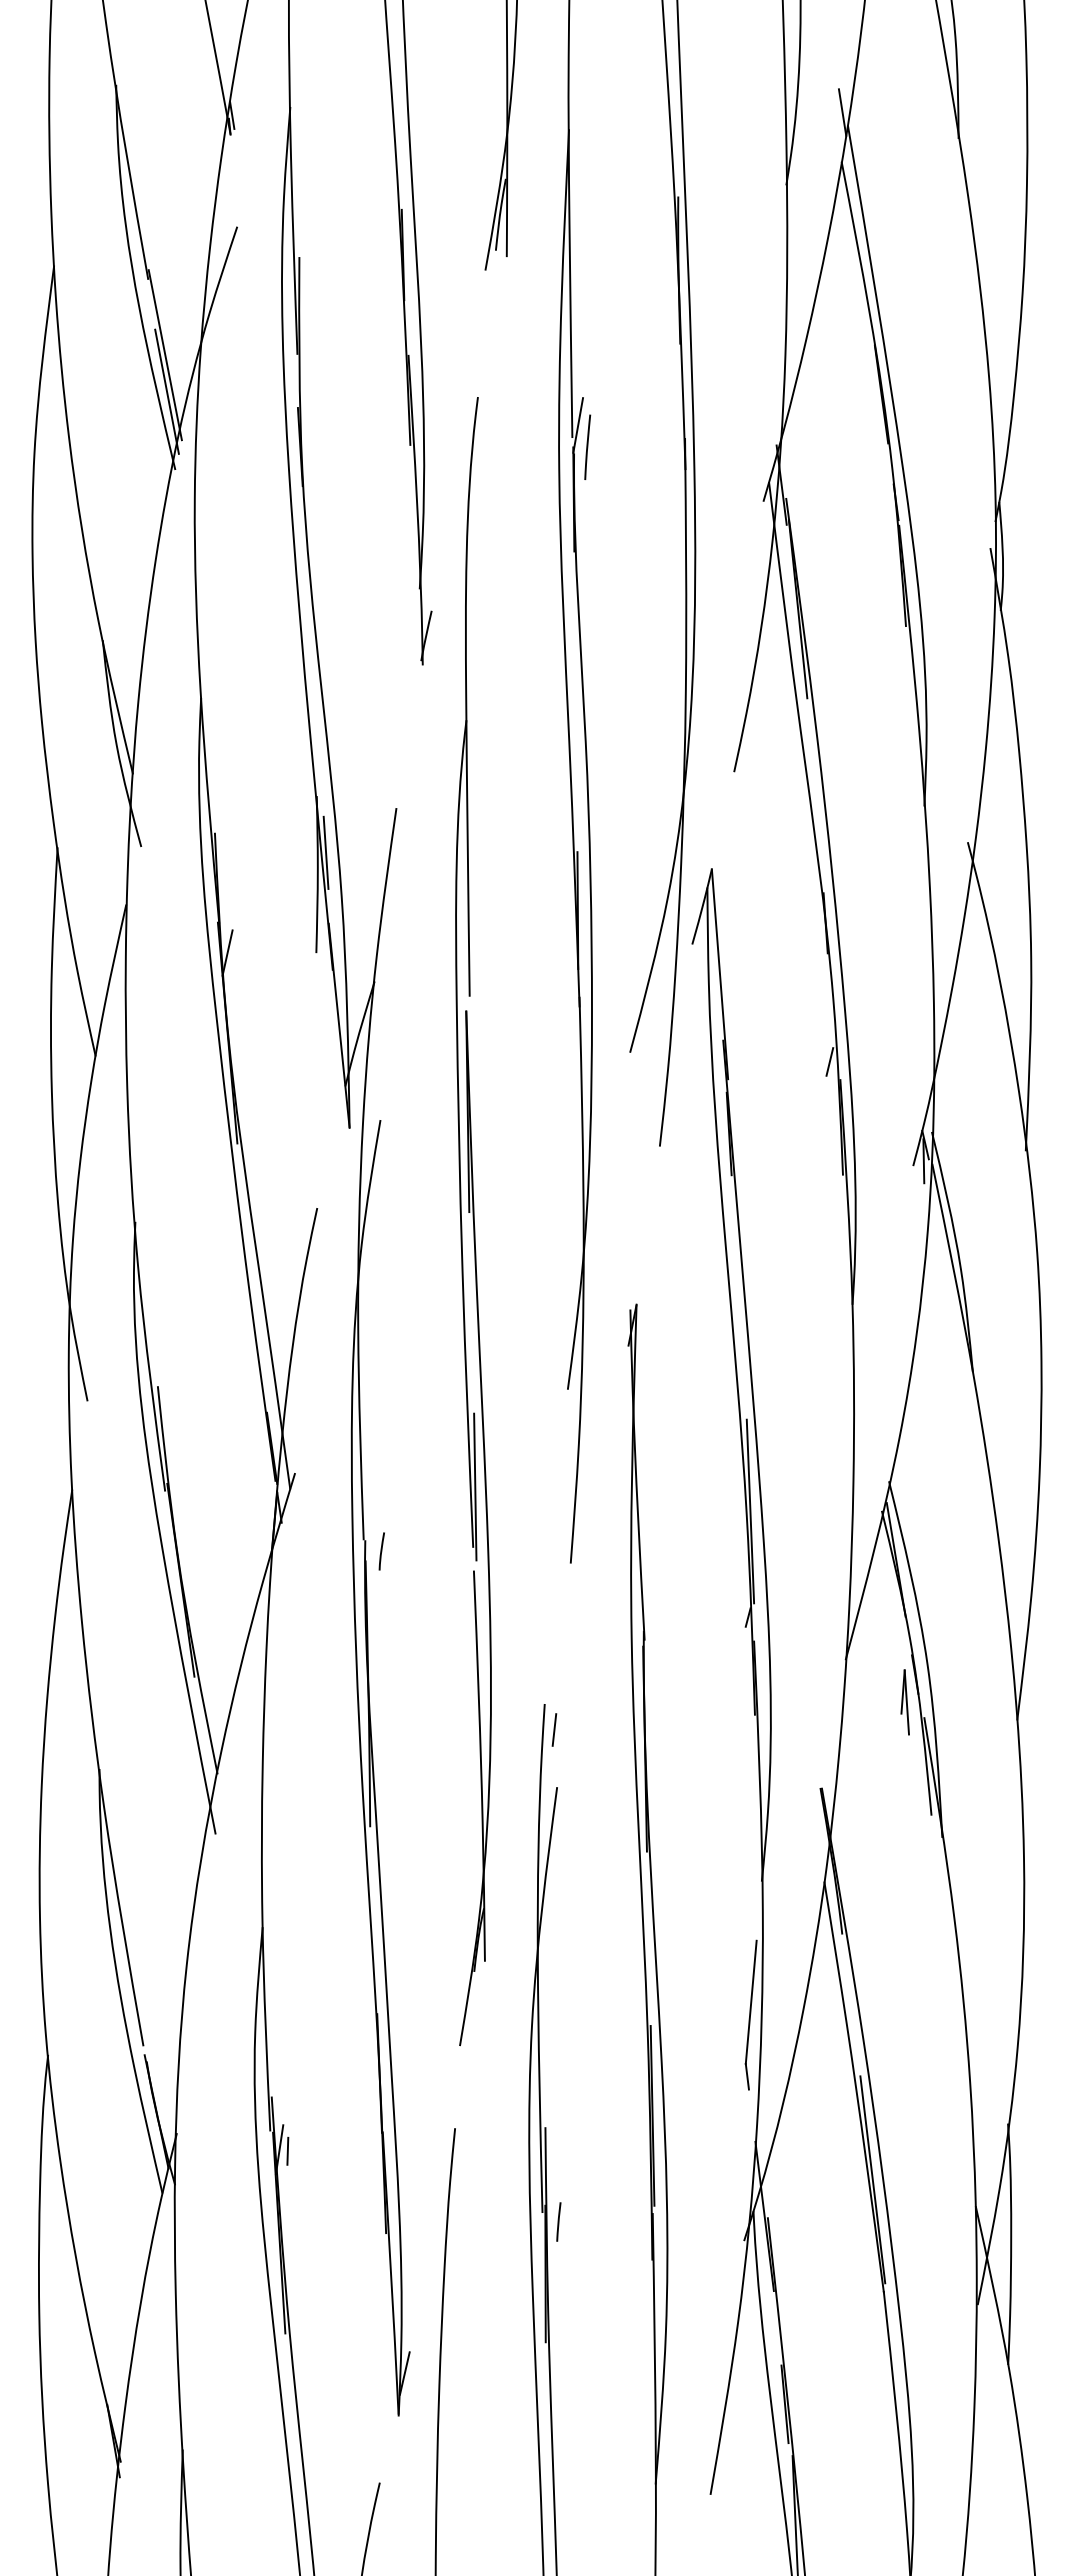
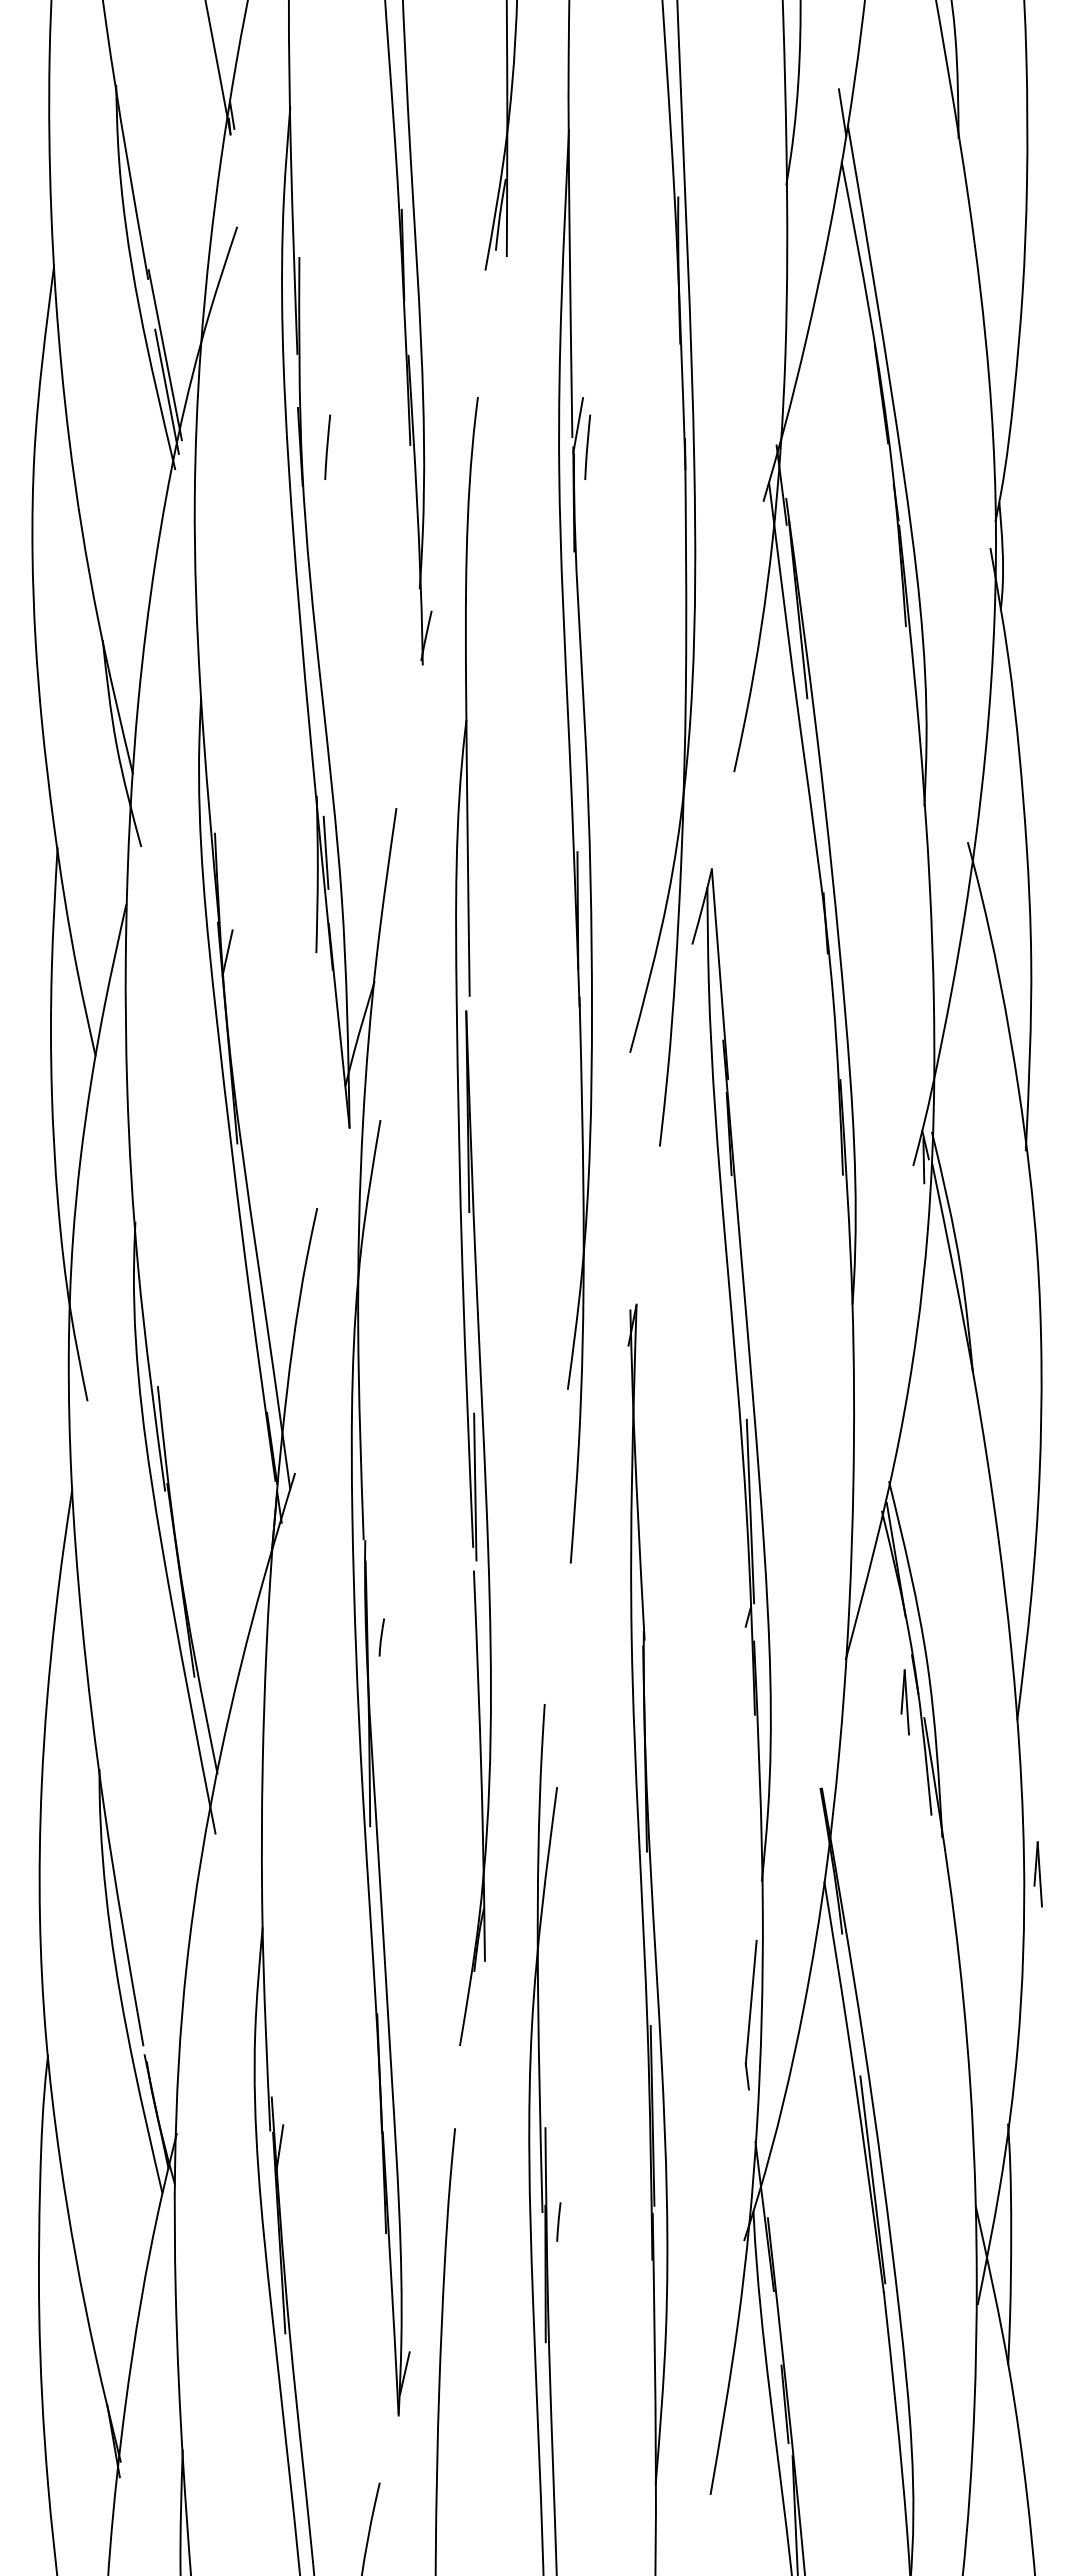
line at (327, 446): none -> present
line at (829, 1061): present -> none
line at (381, 1551) position: (381, 1551) -> (381, 1637)
line at (554, 1729): present -> none
part at (1037, 1874): none -> present
line at (287, 2150): present -> none
